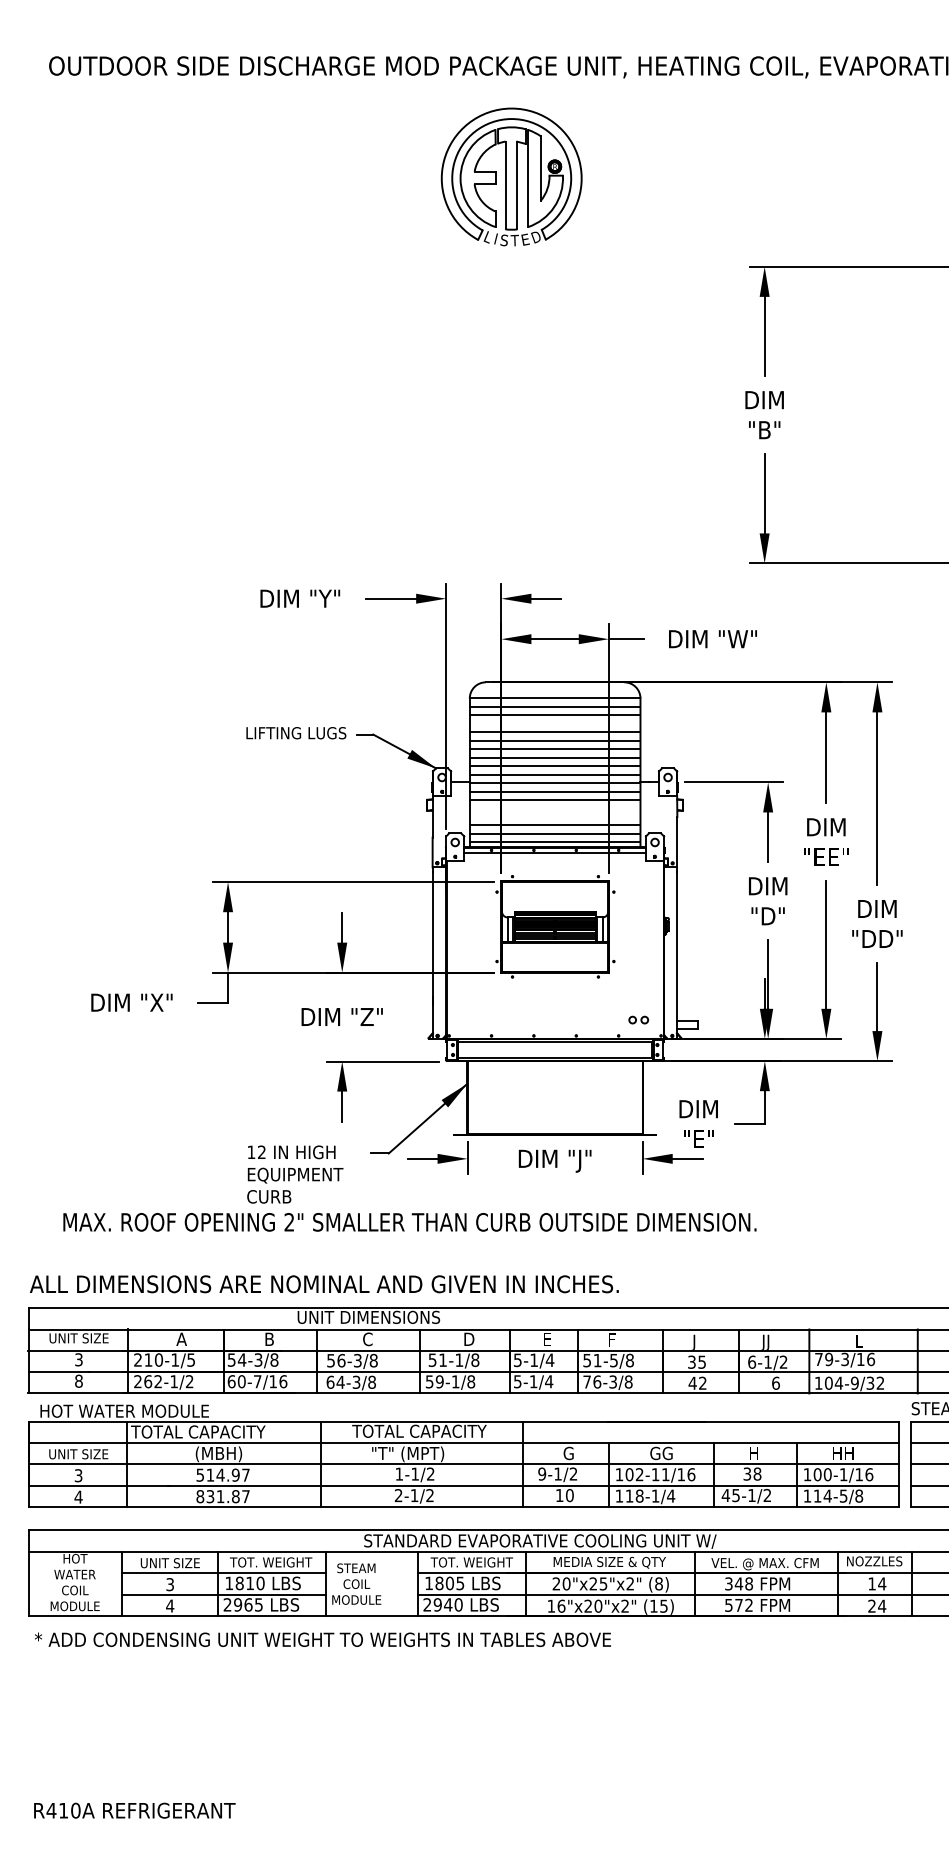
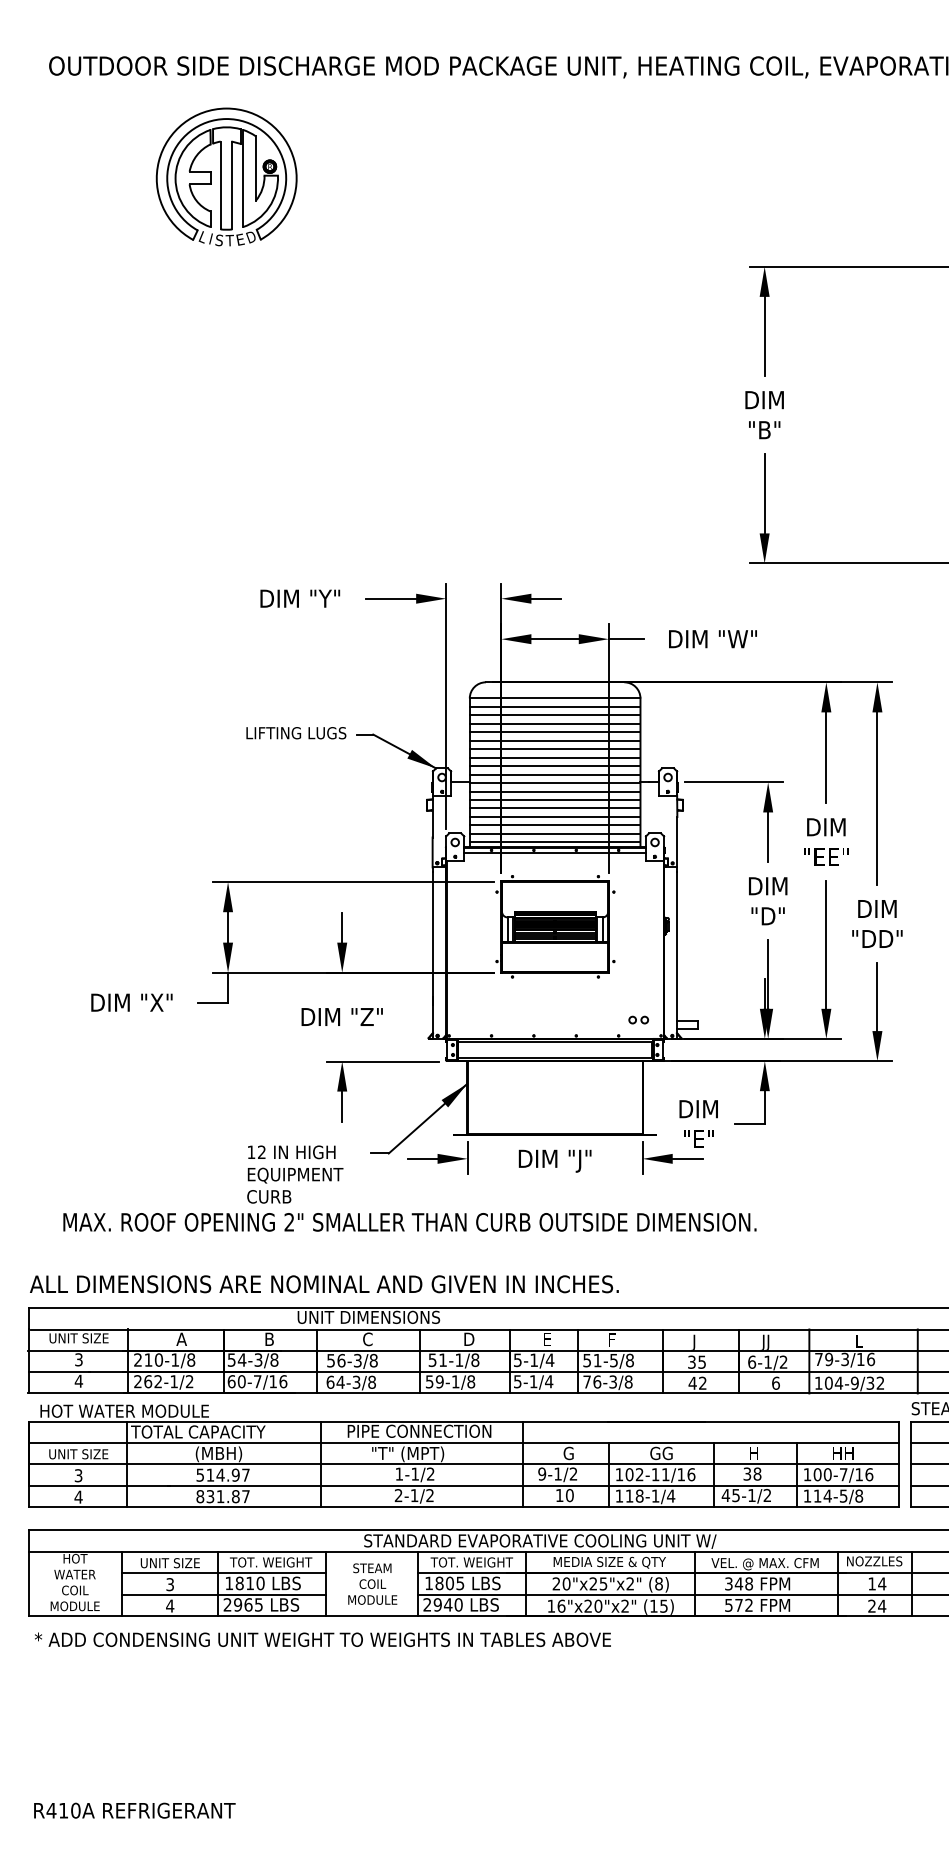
part at (511, 176) position: (511, 176) -> (226, 176)
line at (554, 723): none -> present
line at (554, 808): none -> present
line at (554, 816): none -> present
text at (191, 1359): 210-1/5 -> 210-1/8
text at (78, 1380): 8 -> 4
text at (419, 1430): TOTAL CAPACITY -> PIPE CONNECTION
text at (843, 1474): 100-1/16 -> 100-7/16
text at (356, 1583) position: (356, 1583) -> (372, 1583)
